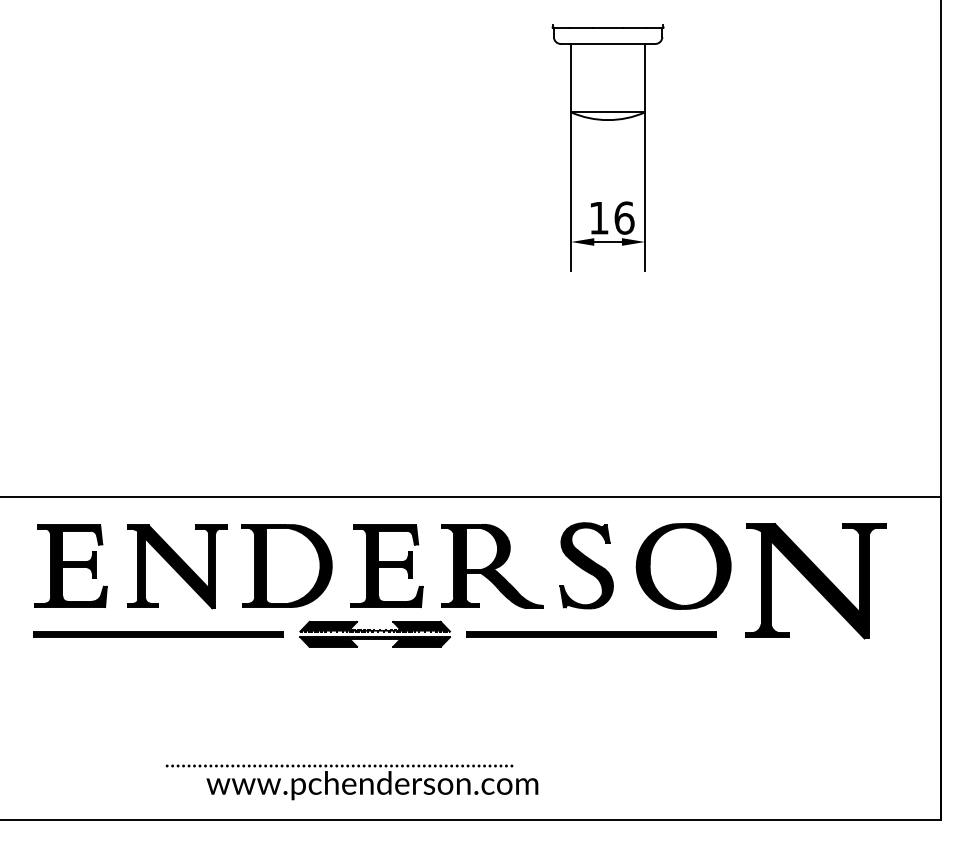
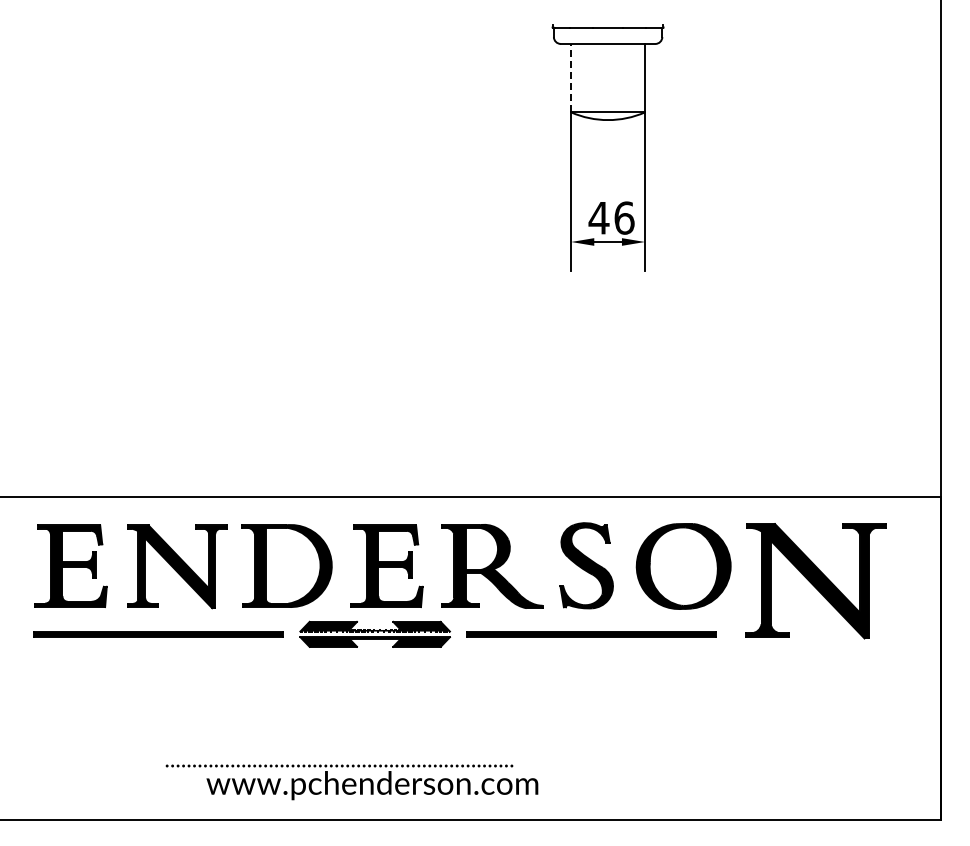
line at (571, 77): solid -> dashed
text at (598, 218): 16 -> 46
